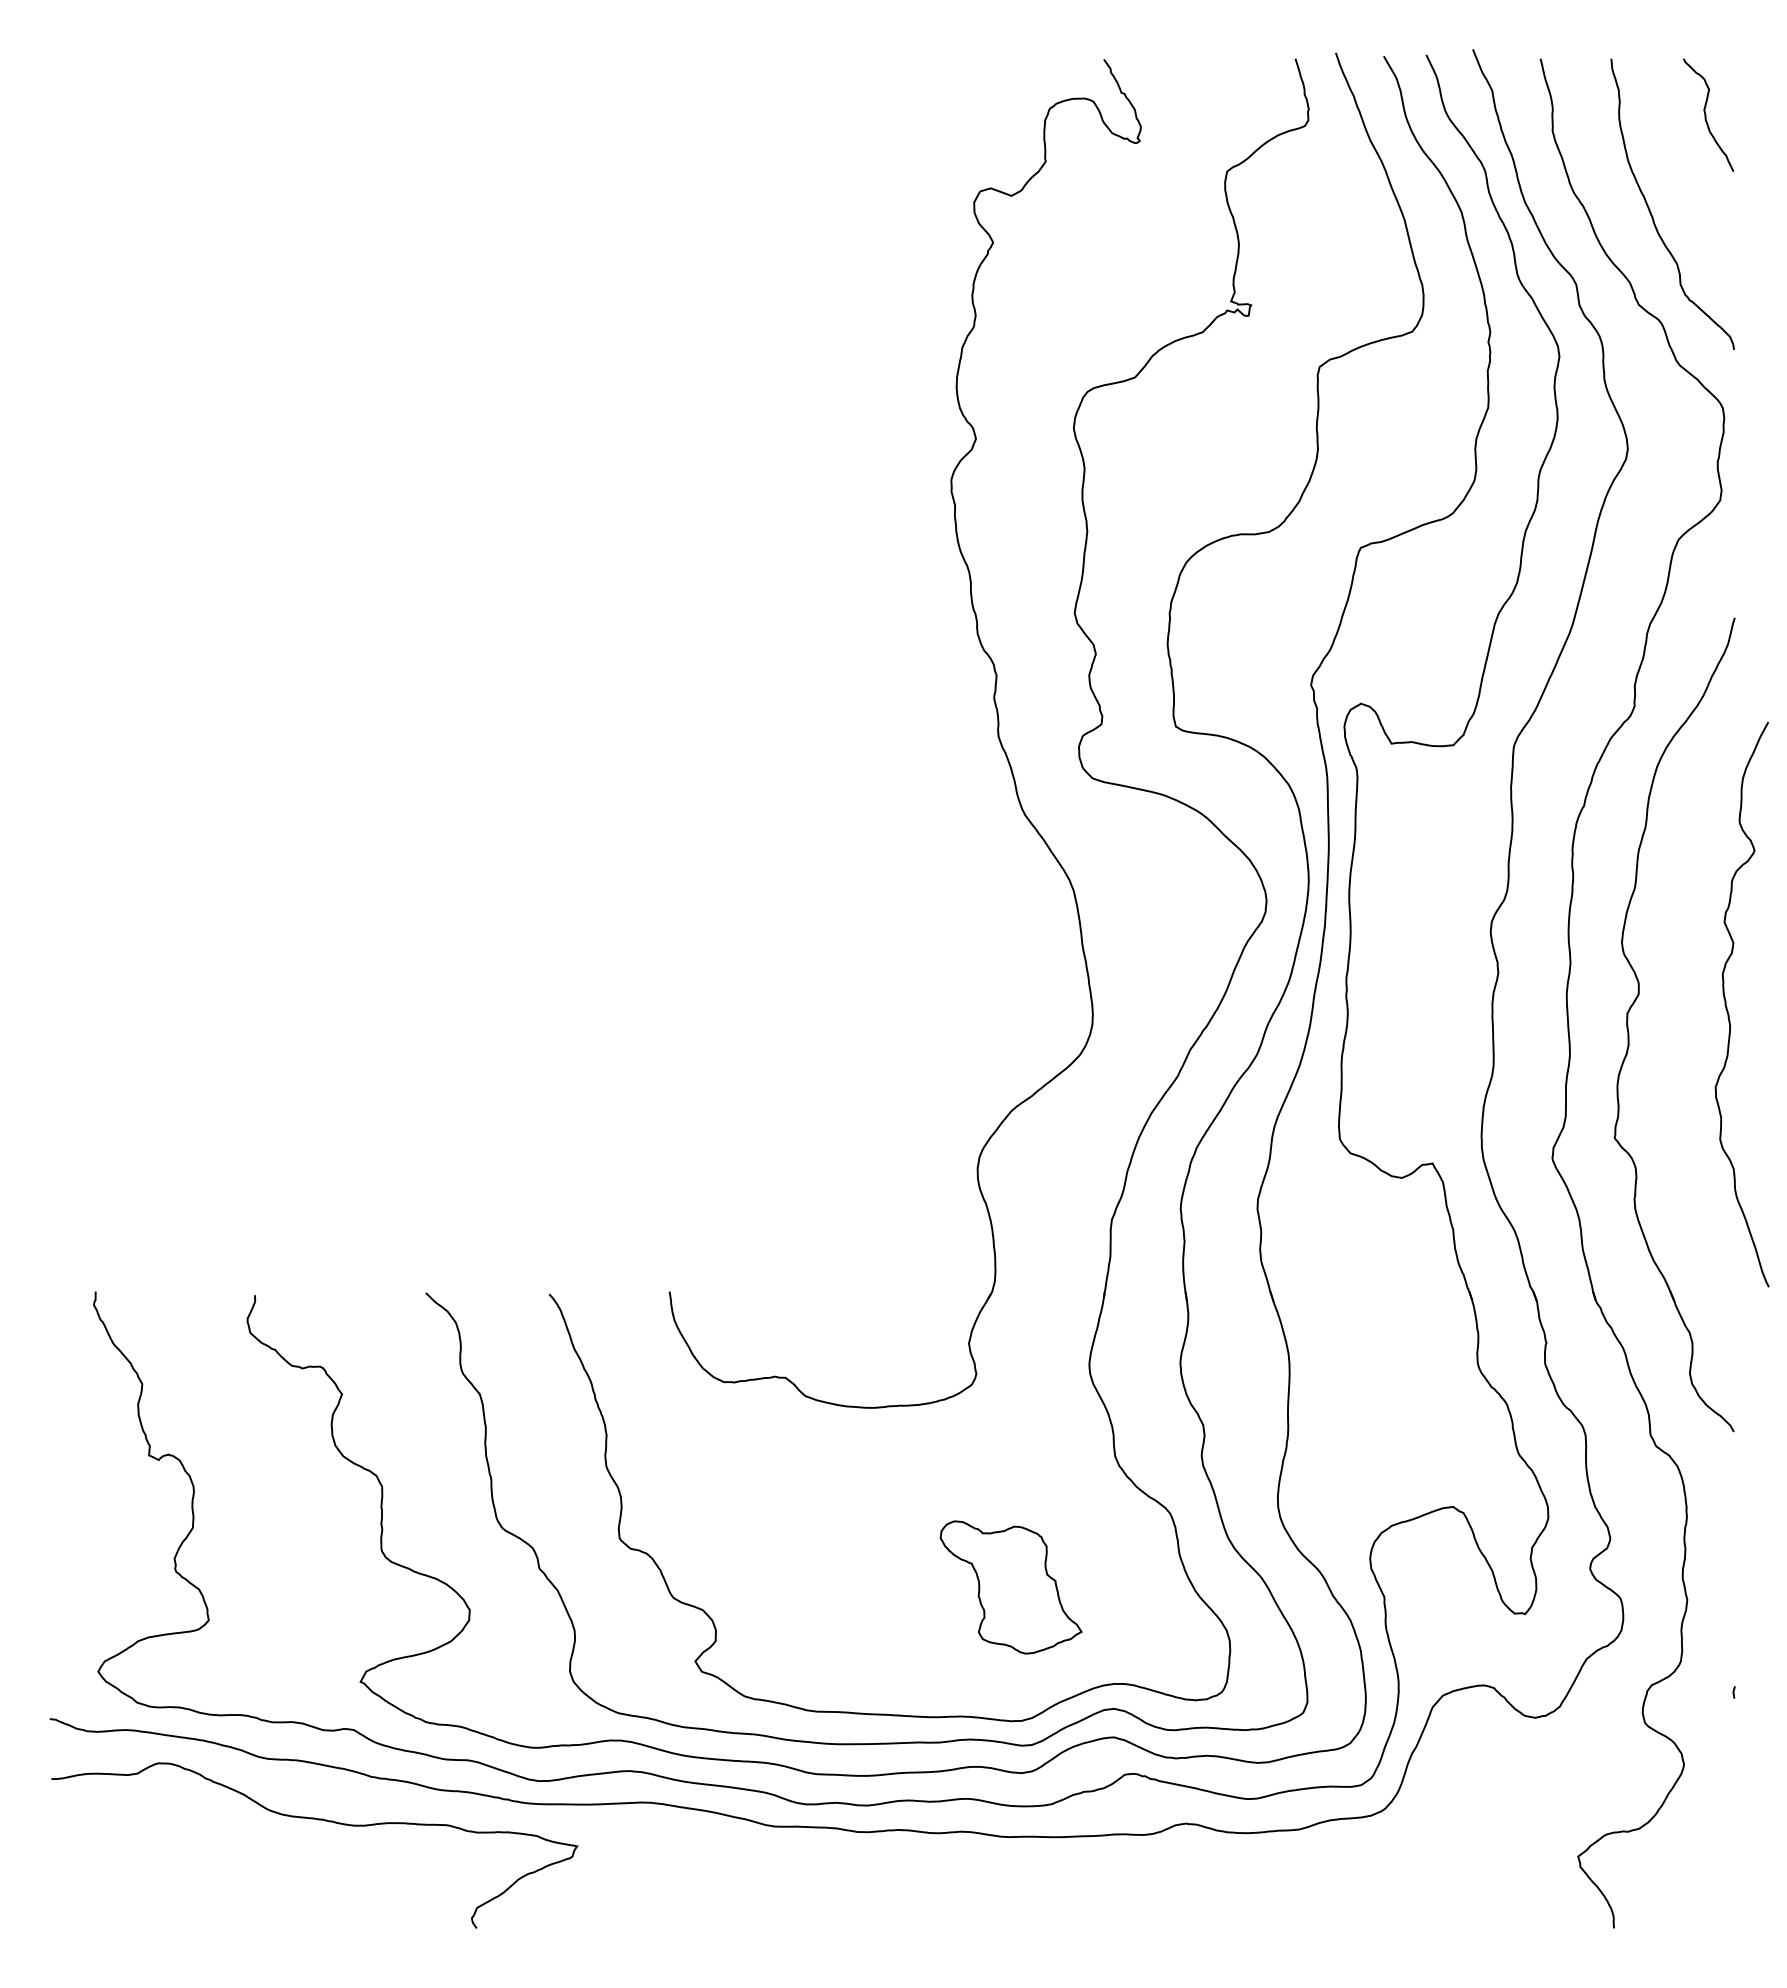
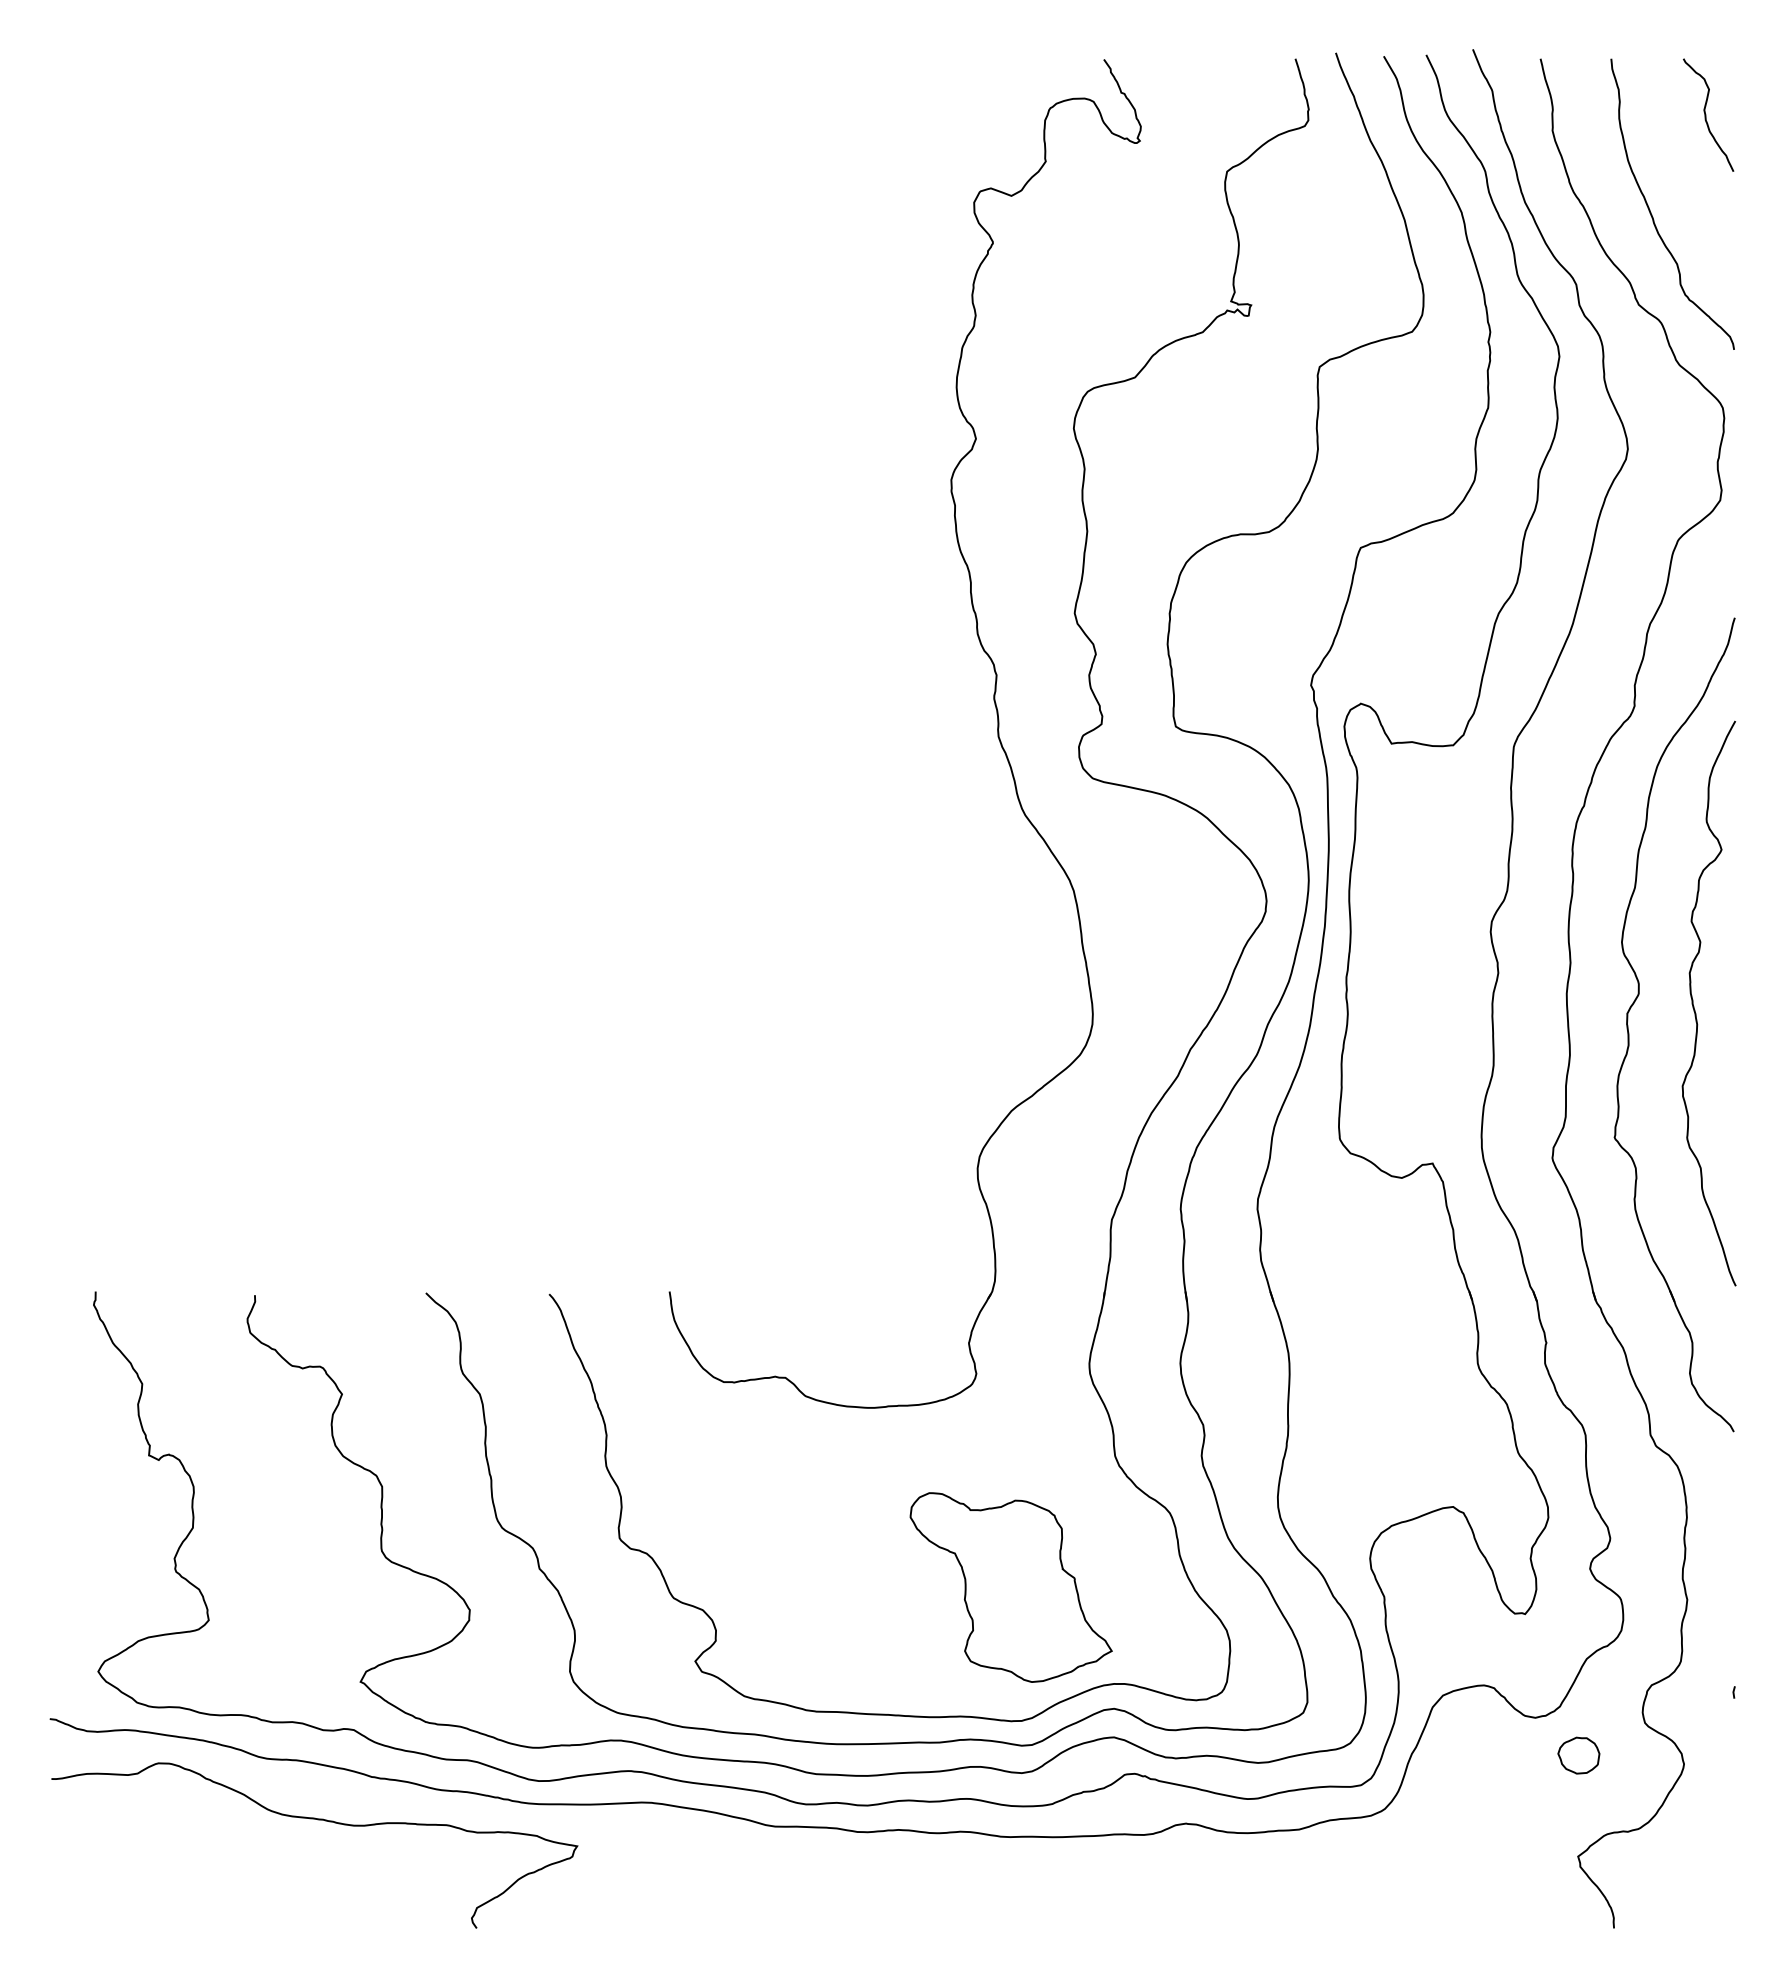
curve at (1727, 1007) position: (1727, 1007) -> (1694, 1006)
part at (1010, 1587) size: 144x135 px -> 204x191 px
part at (1578, 1755): none -> present
